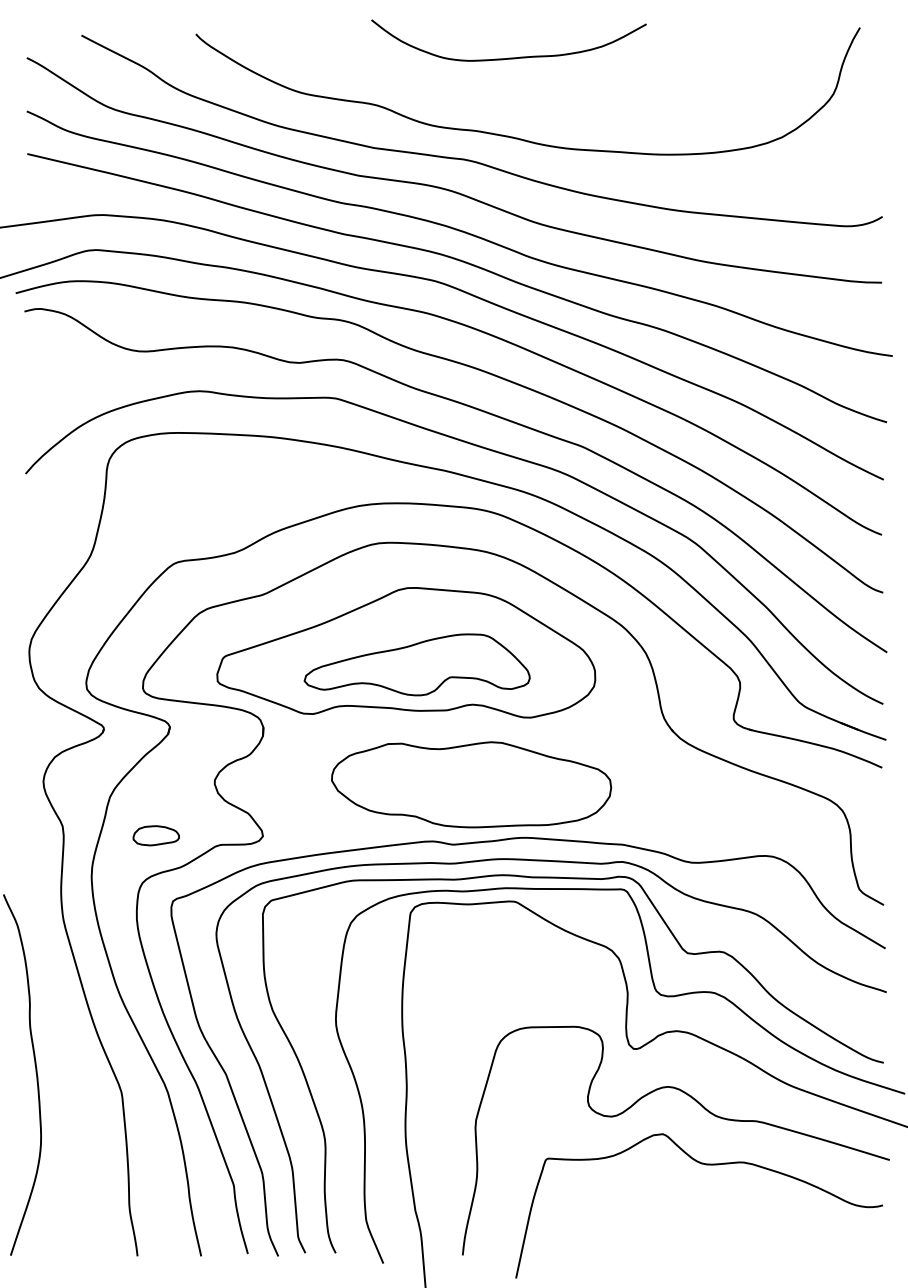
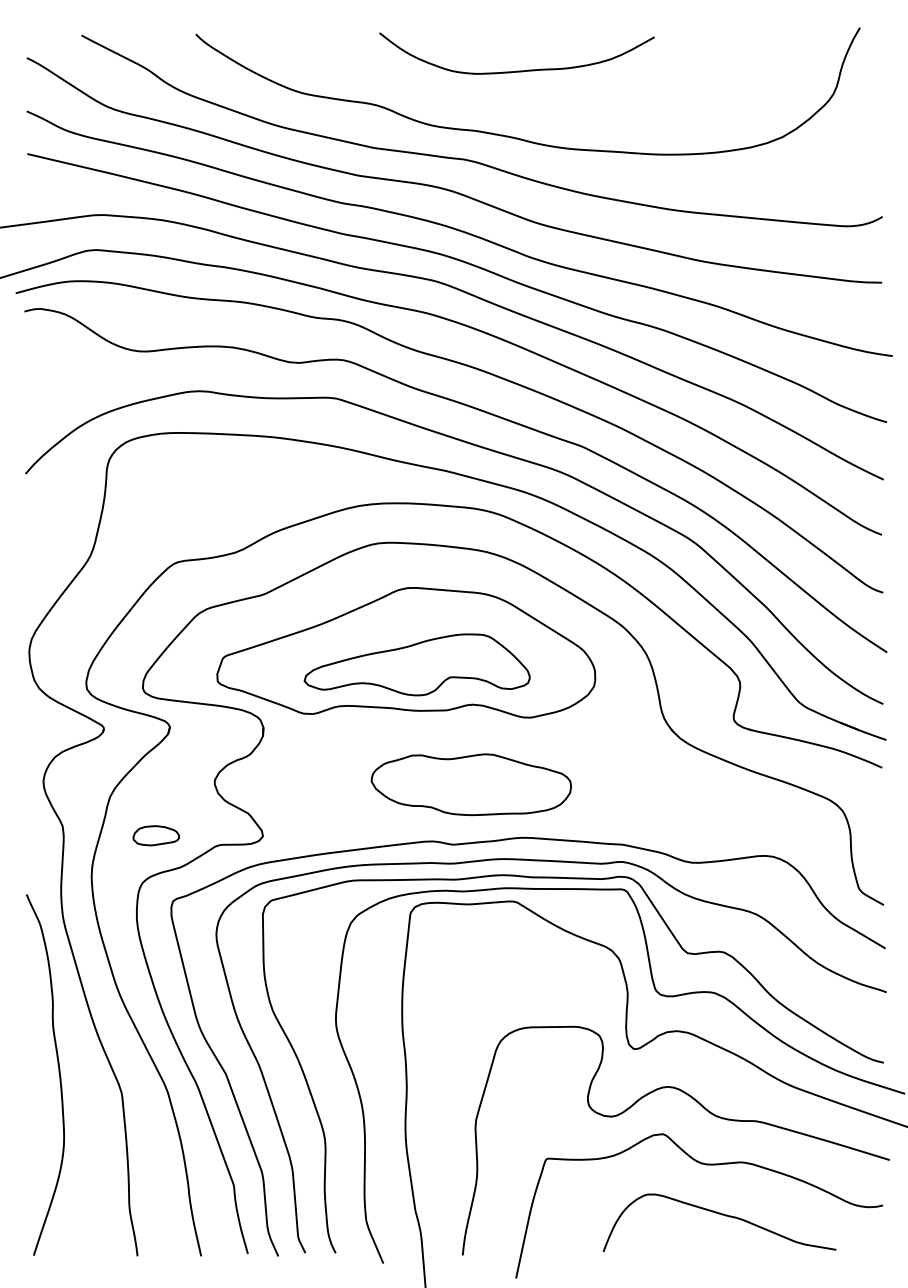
curve at (508, 57) position: (508, 57) -> (516, 70)
part at (471, 784) size: 282x88 px -> 202x63 px
curve at (35, 1072) position: (35, 1072) -> (58, 1072)
curve at (722, 1215): none -> present
